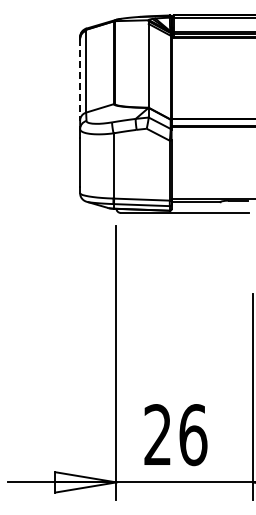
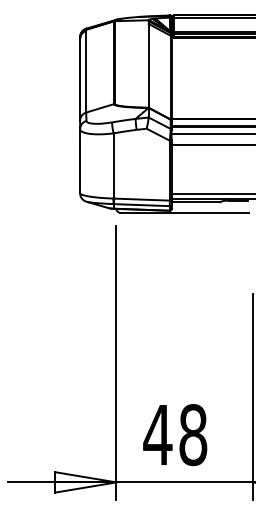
line at (80, 79): dashed -> solid
line at (211, 134): none -> present
line at (211, 145): none -> present
line at (211, 193): none -> present
text at (175, 434): 26 -> 48
